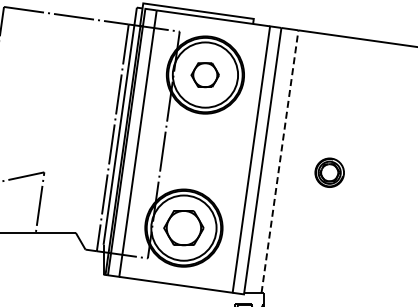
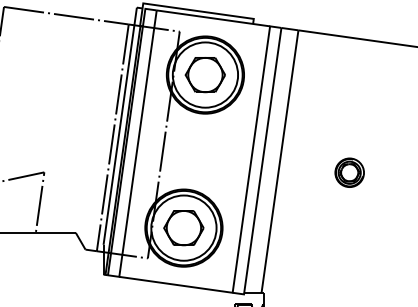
part at (204, 75) size: 30x27 px -> 42x37 px
line at (279, 161): dashed -> solid
part at (329, 172) position: (329, 172) -> (349, 172)
